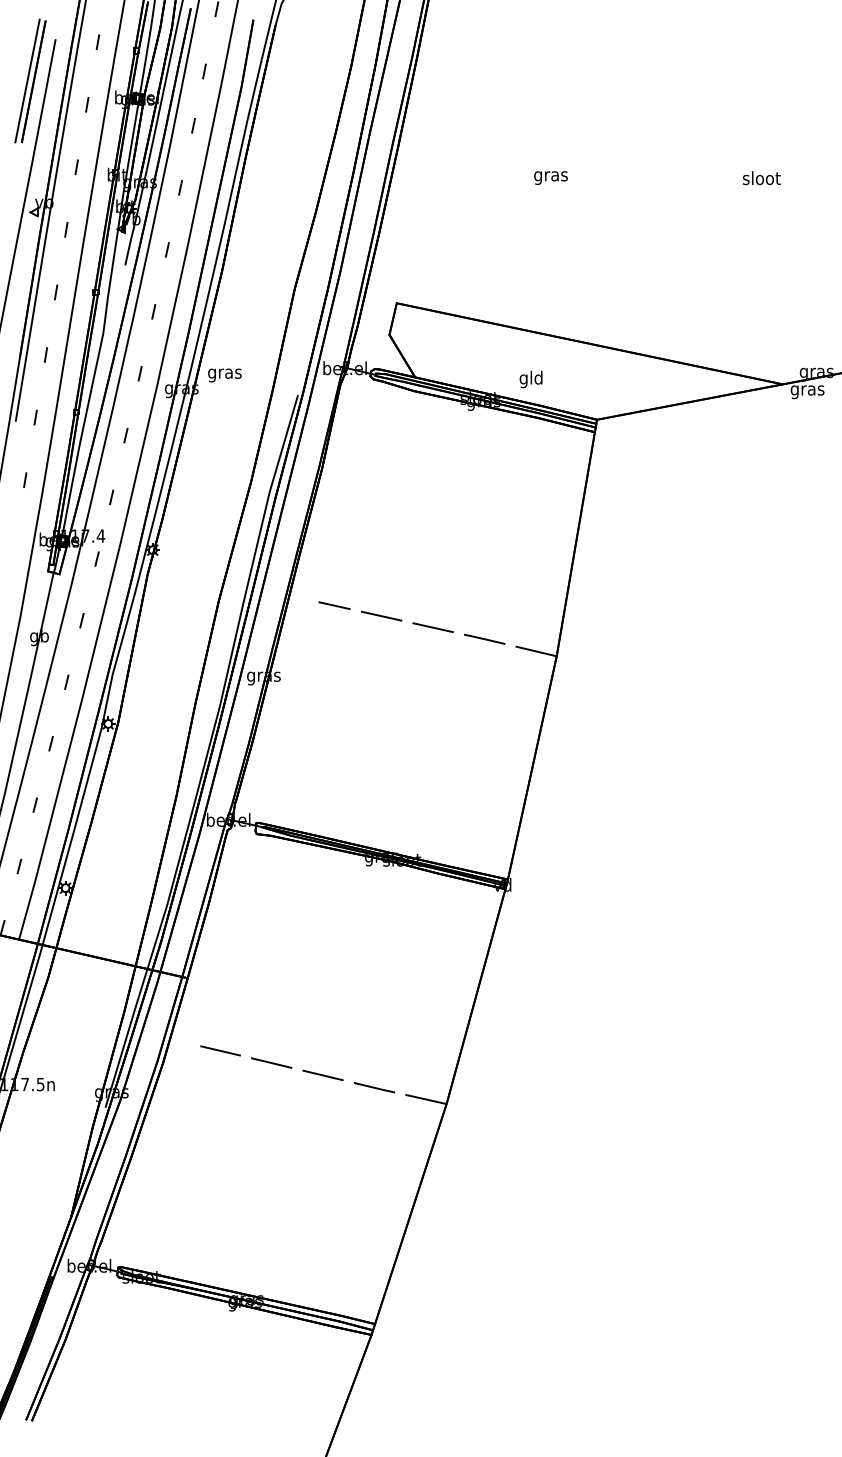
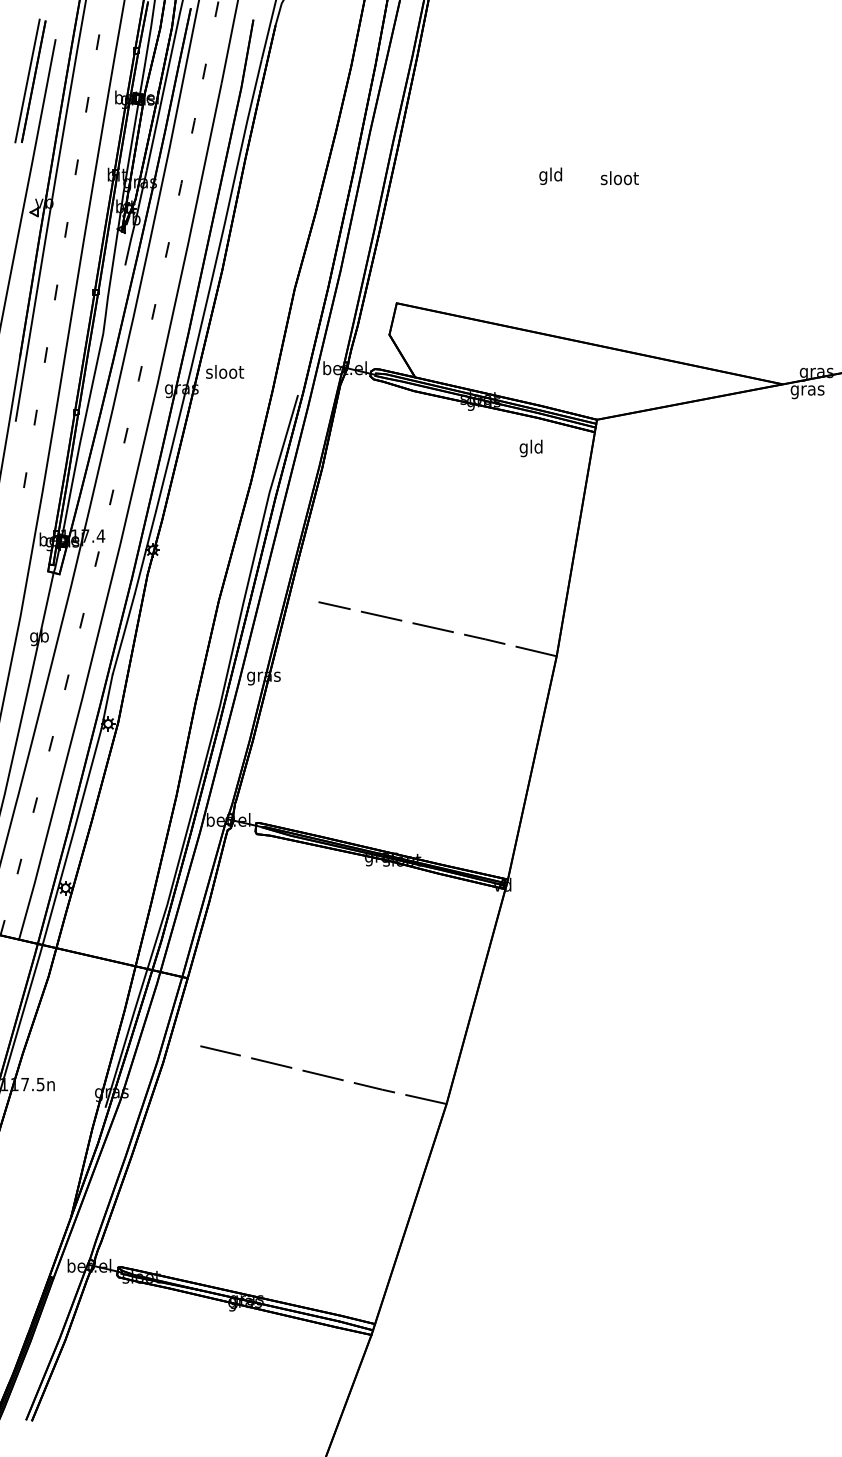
text at (550, 175): gras -> gld
text at (761, 178) position: (761, 178) -> (619, 178)
text at (225, 373): gras -> sloot
text at (530, 379) position: (530, 379) -> (530, 448)
